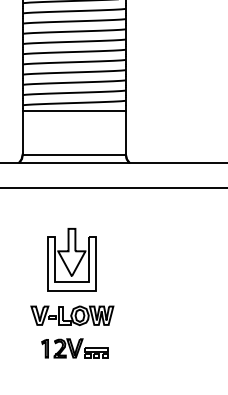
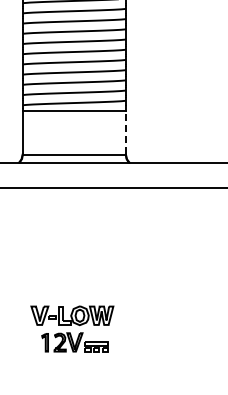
line at (125, 132): solid -> dashed
part at (71, 259): present -> none
part at (74, 348) position: (74, 348) -> (74, 342)
